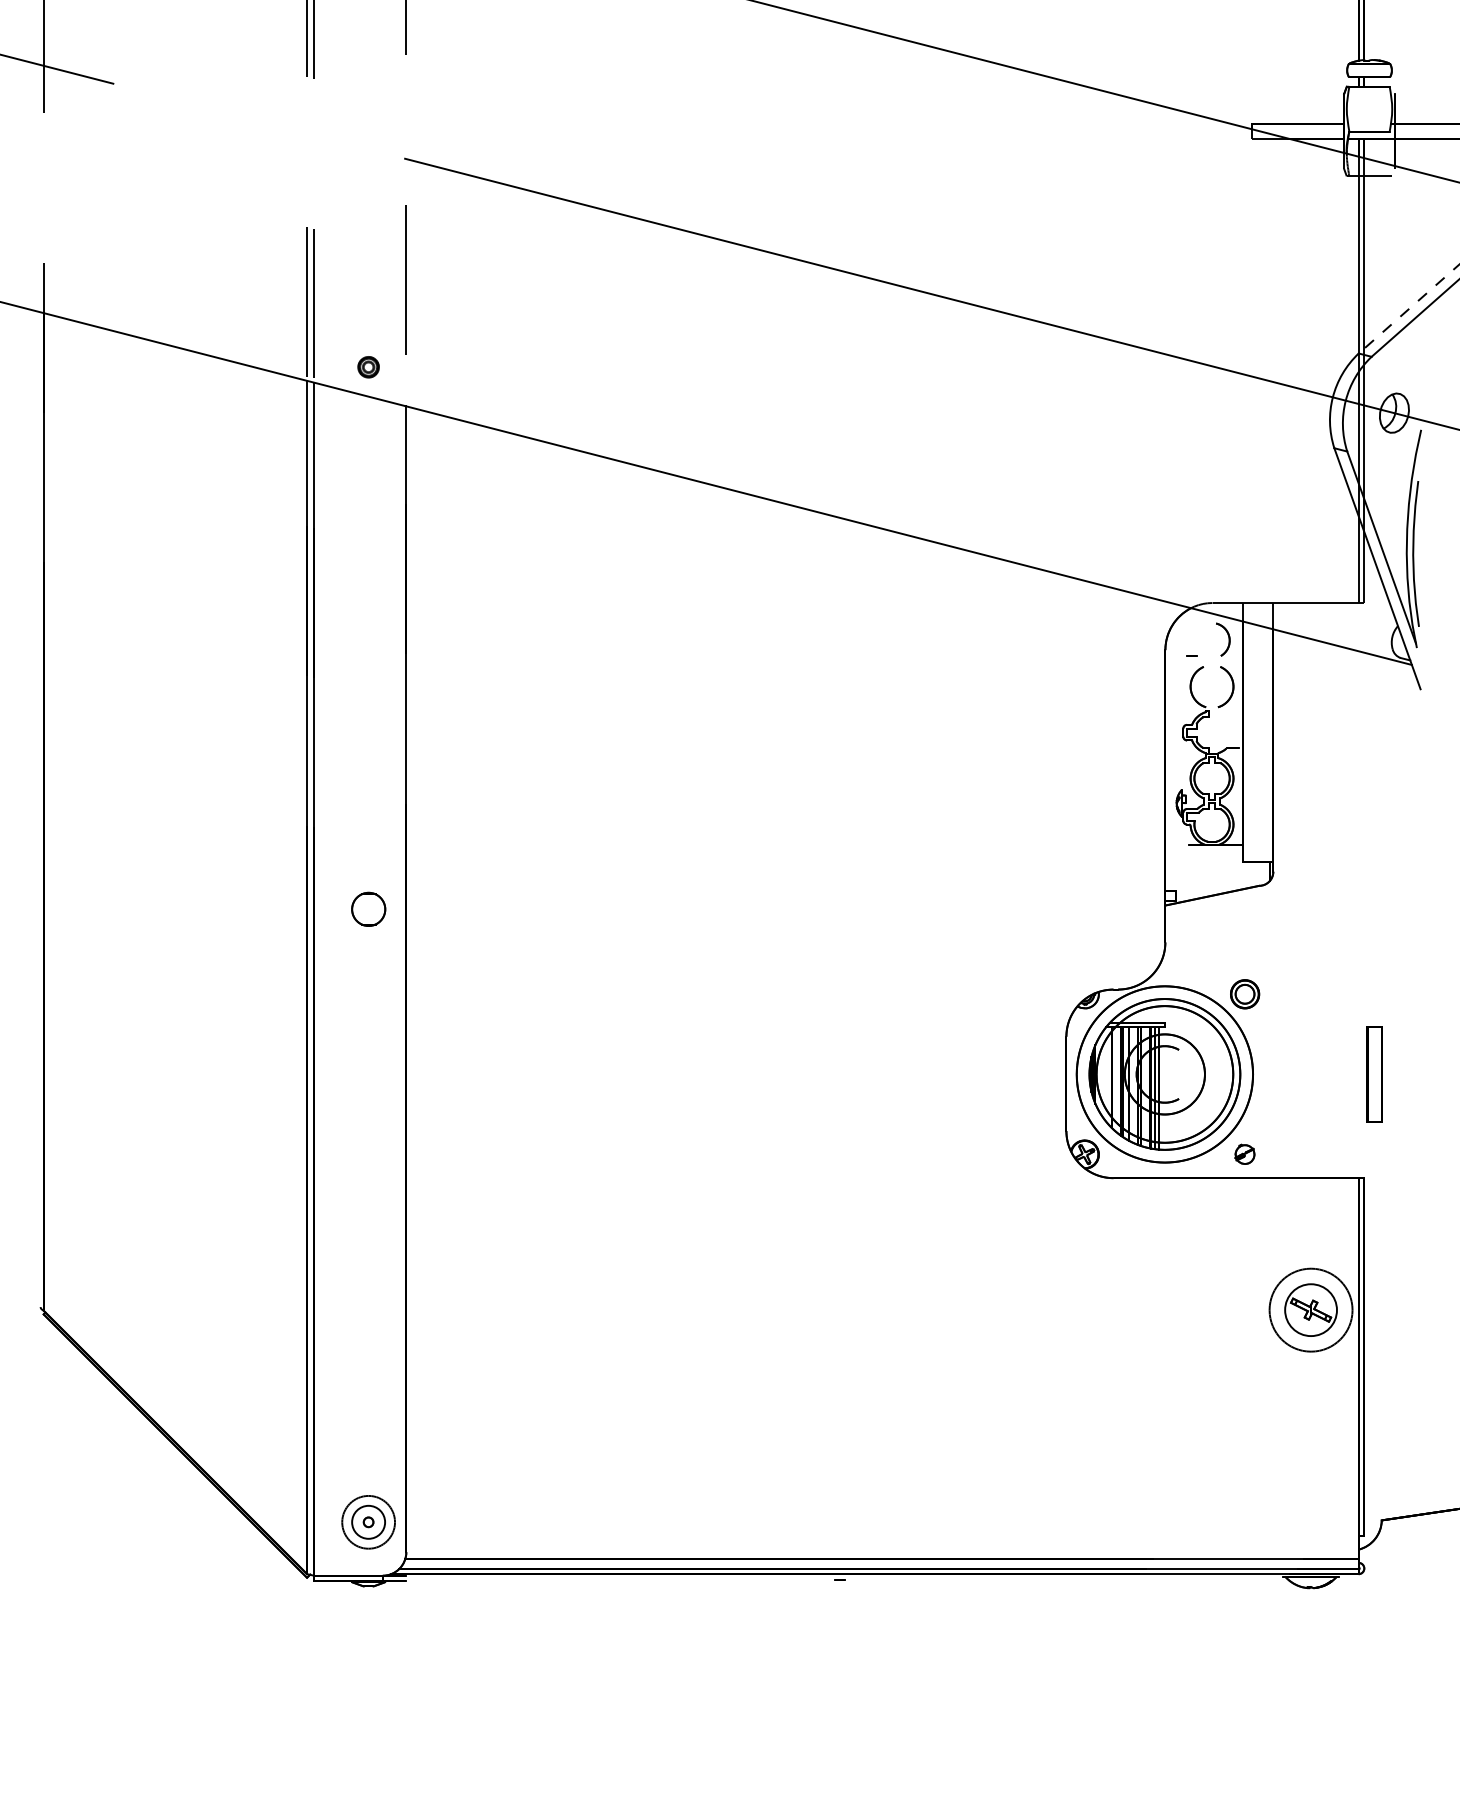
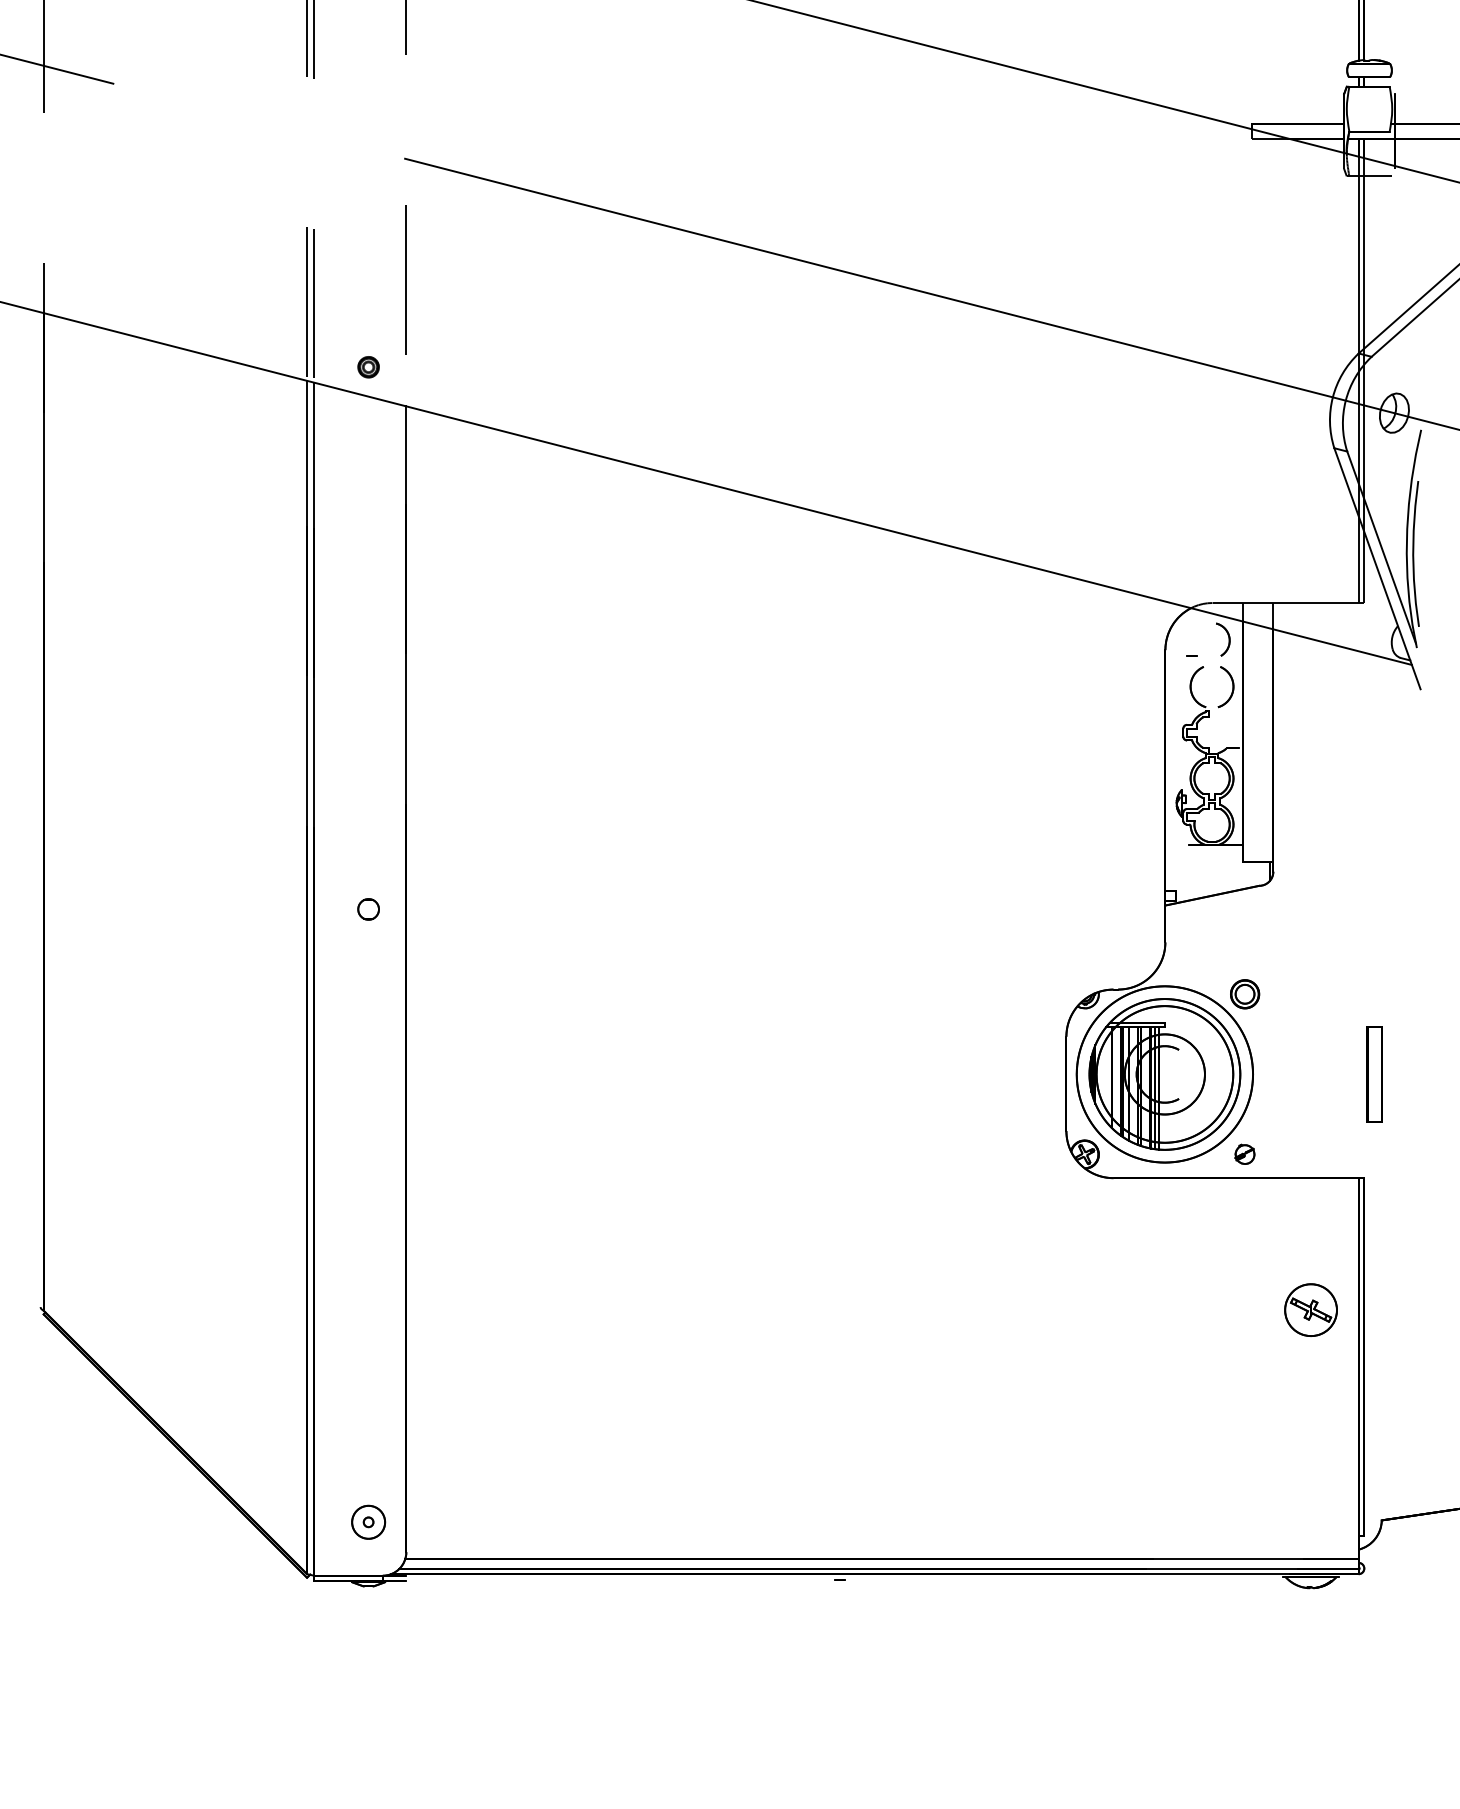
line at (1408, 309): dashed -> solid
circle at (368, 908) size: 36x36 px -> 23x23 px
circle at (1310, 1309) diameter: 83 px -> 52 px
circle at (368, 1521) diameter: 53 px -> 33 px
